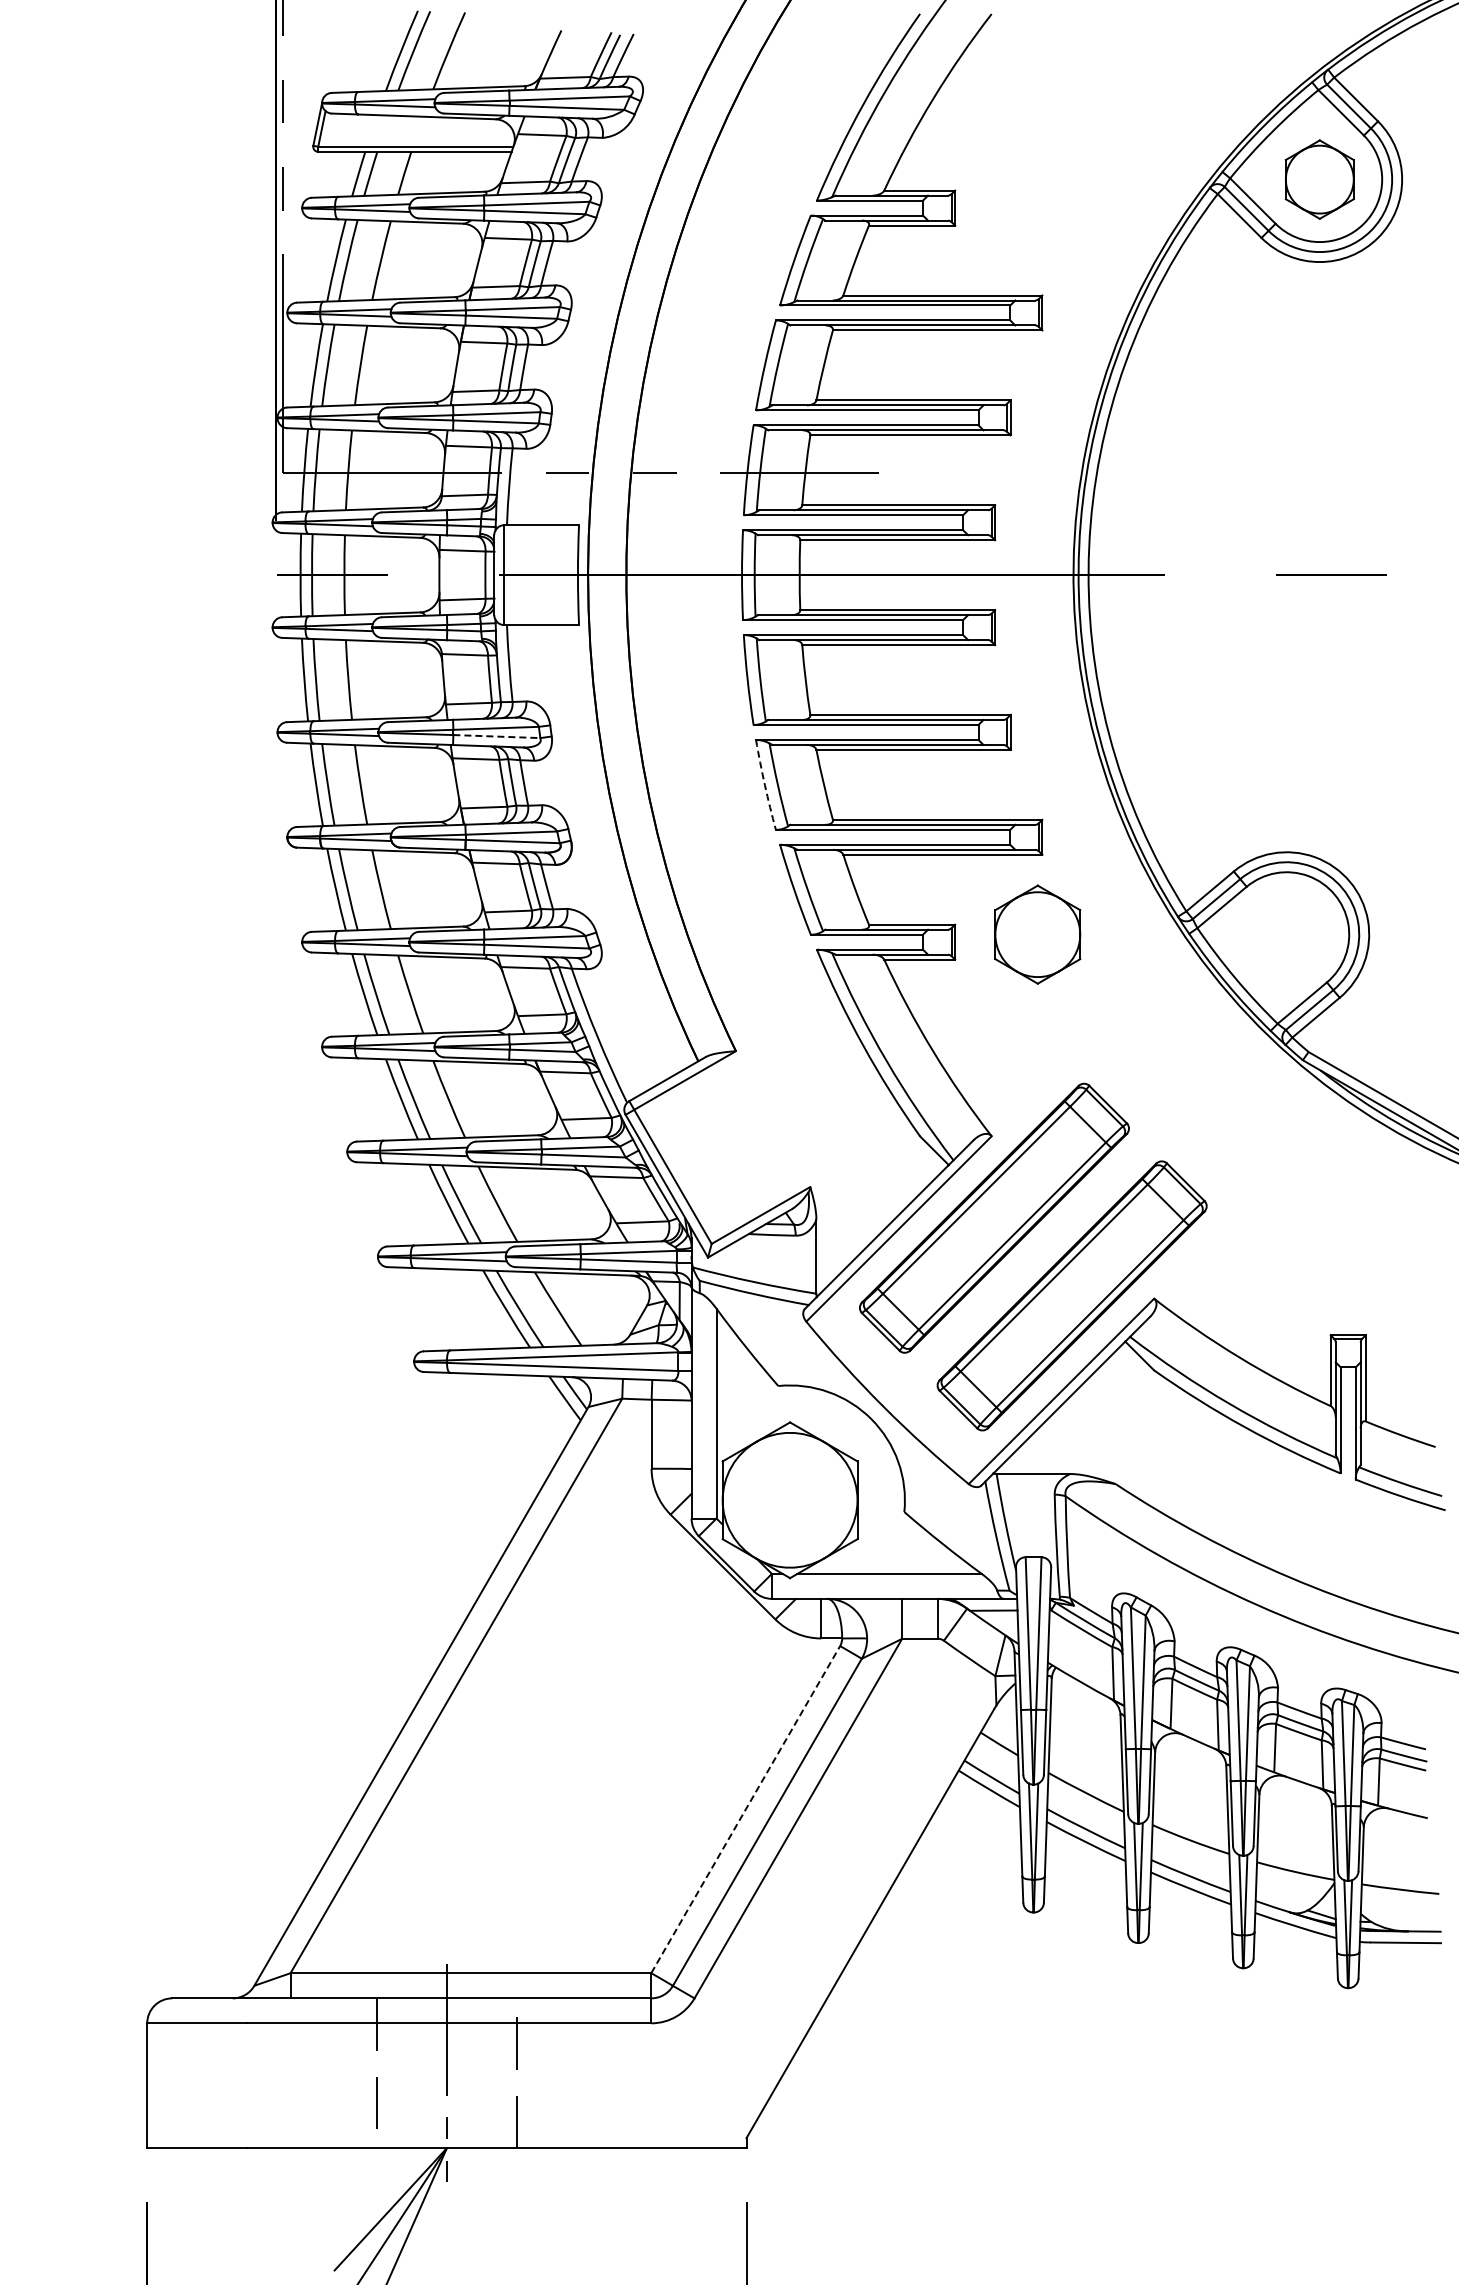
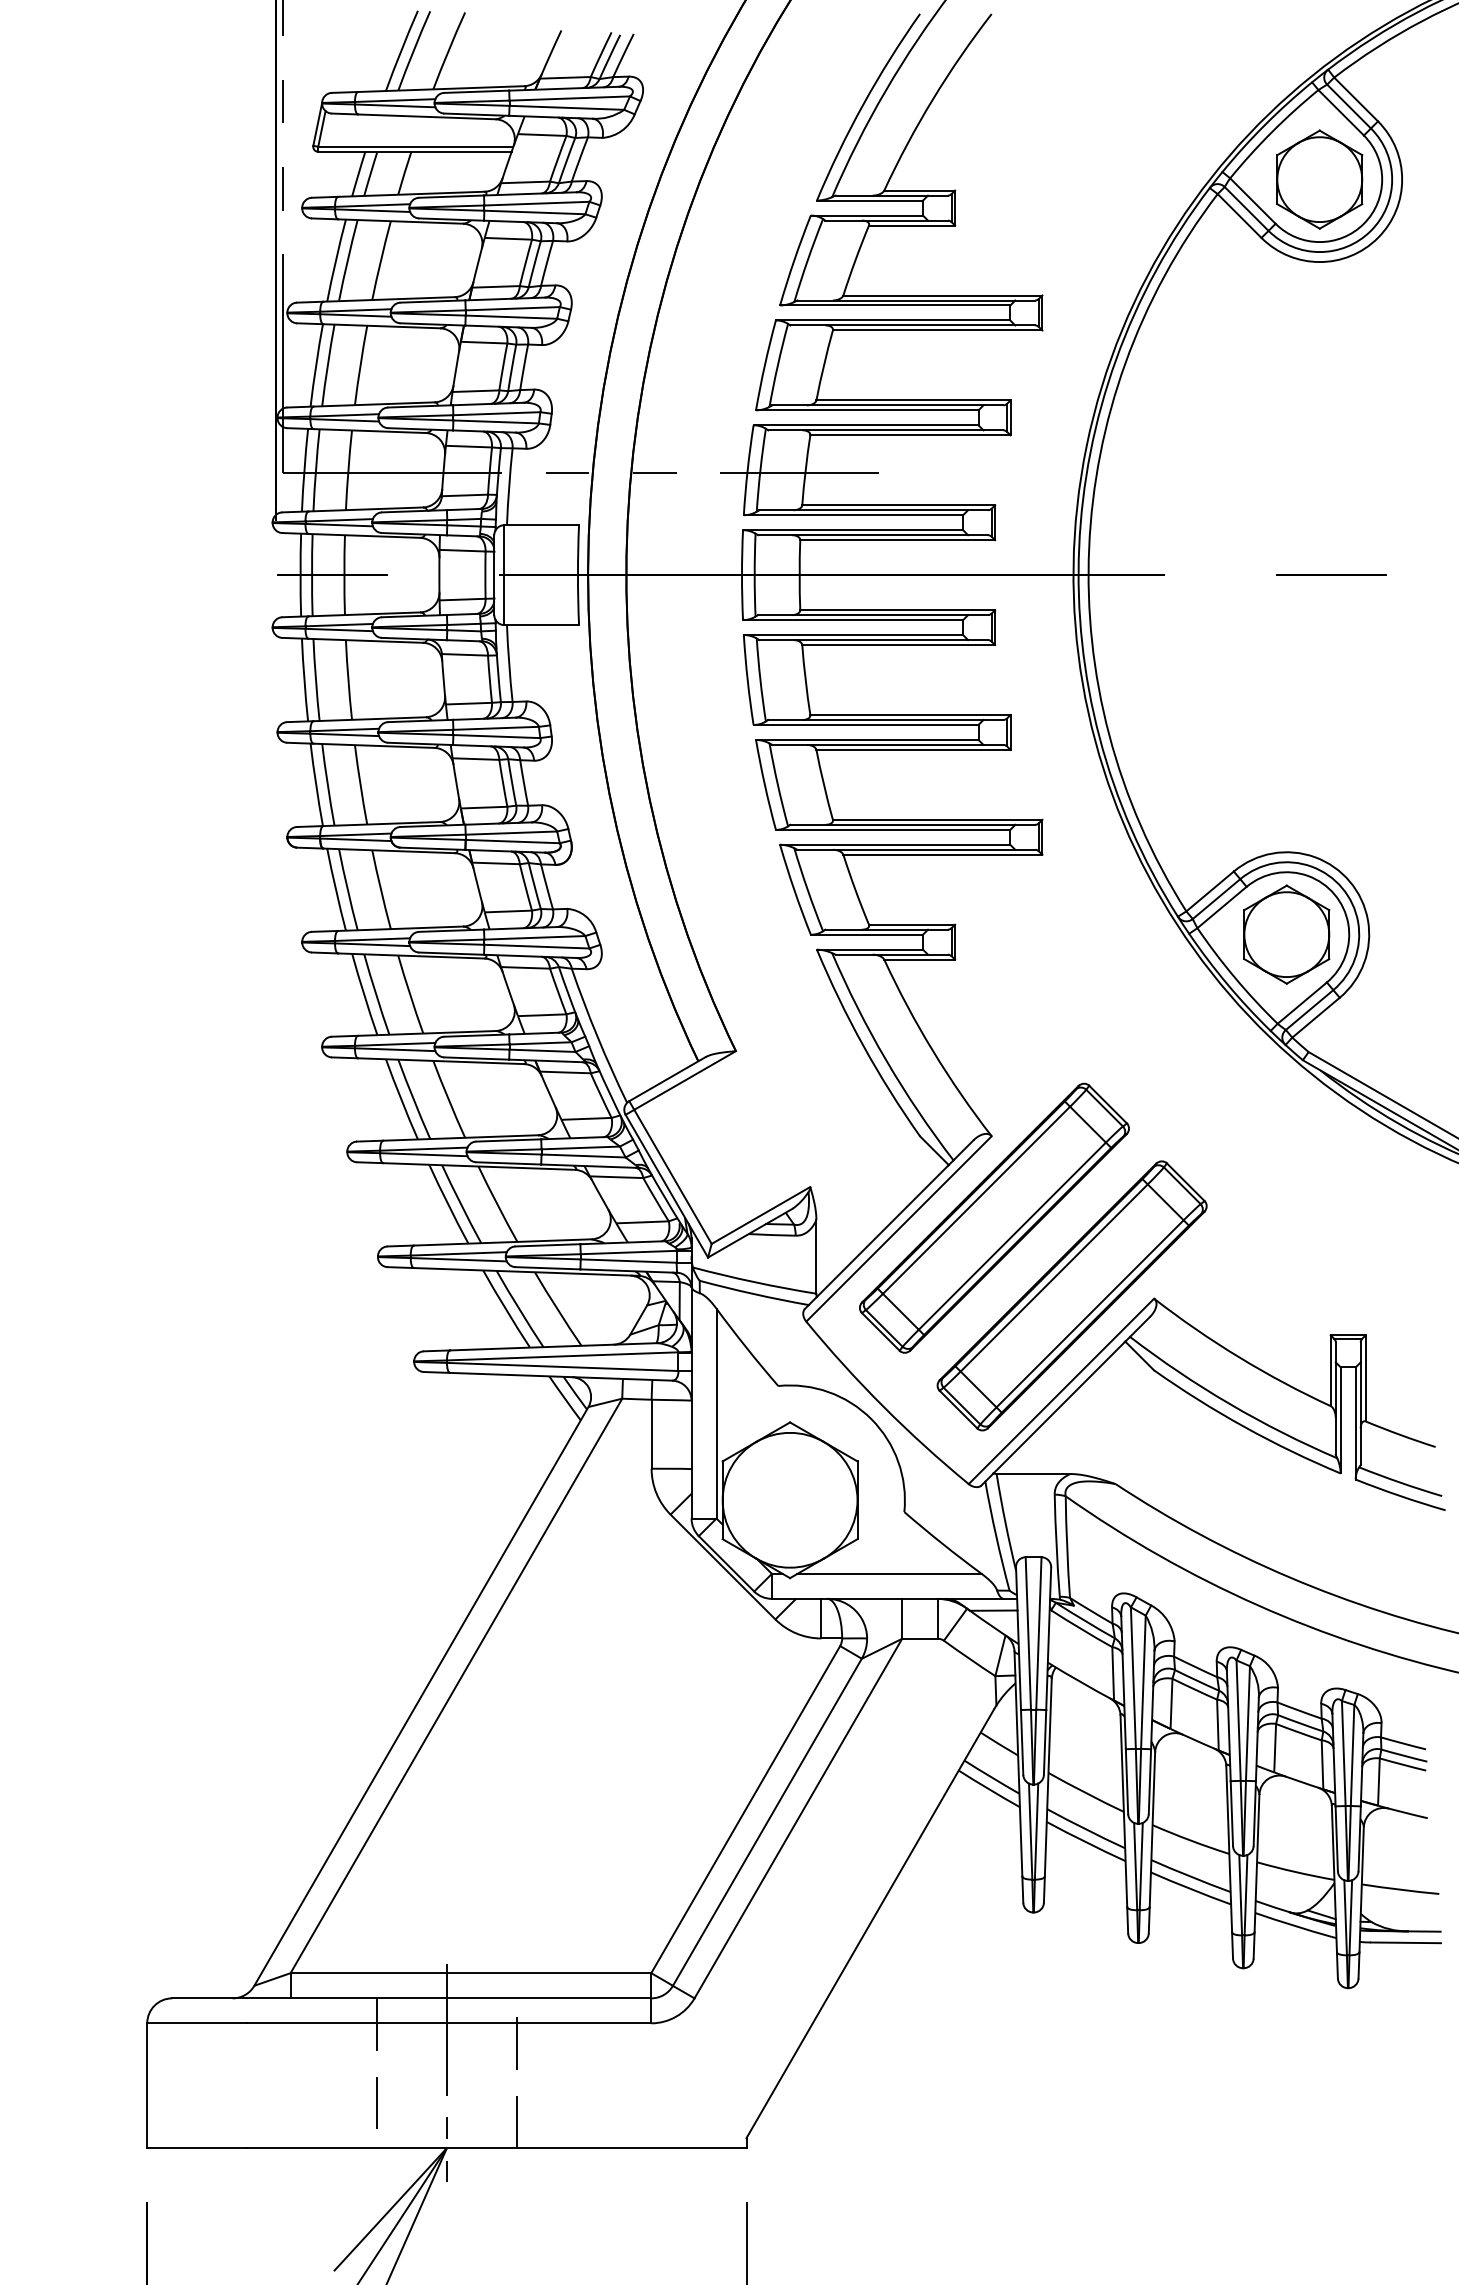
part at (1319, 179) size: 71x81 px -> 88x101 px
line at (496, 736): dashed -> solid
arc at (764, 785): dashed -> solid
part at (1037, 934) position: (1037, 934) -> (1286, 934)
line at (745, 1809): dashed -> solid
